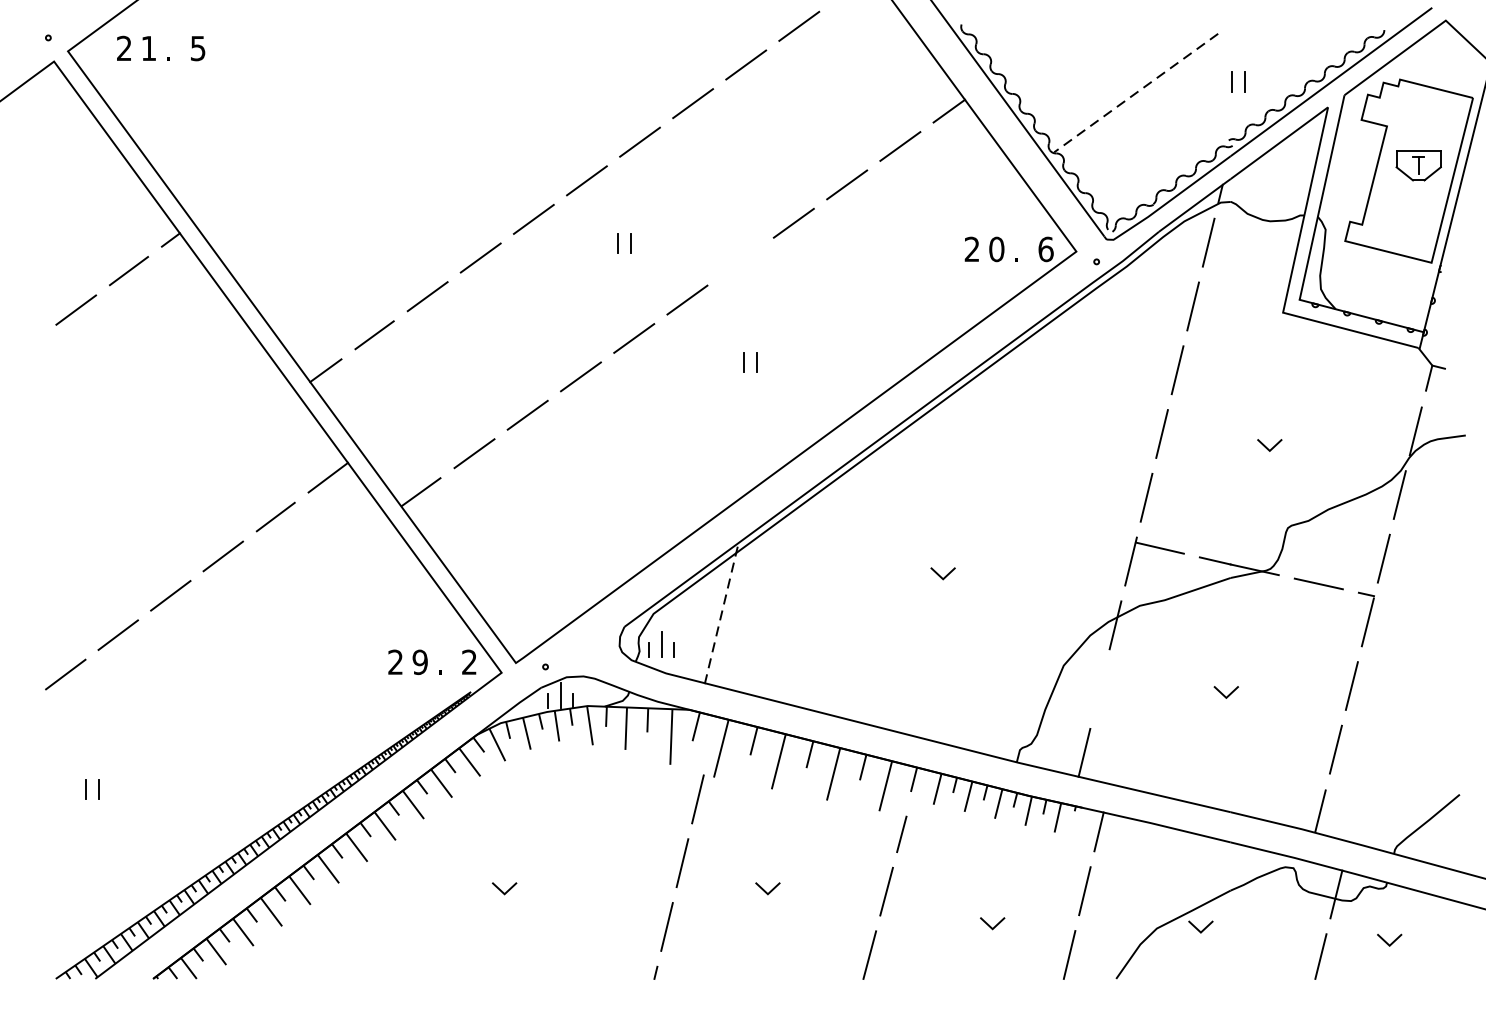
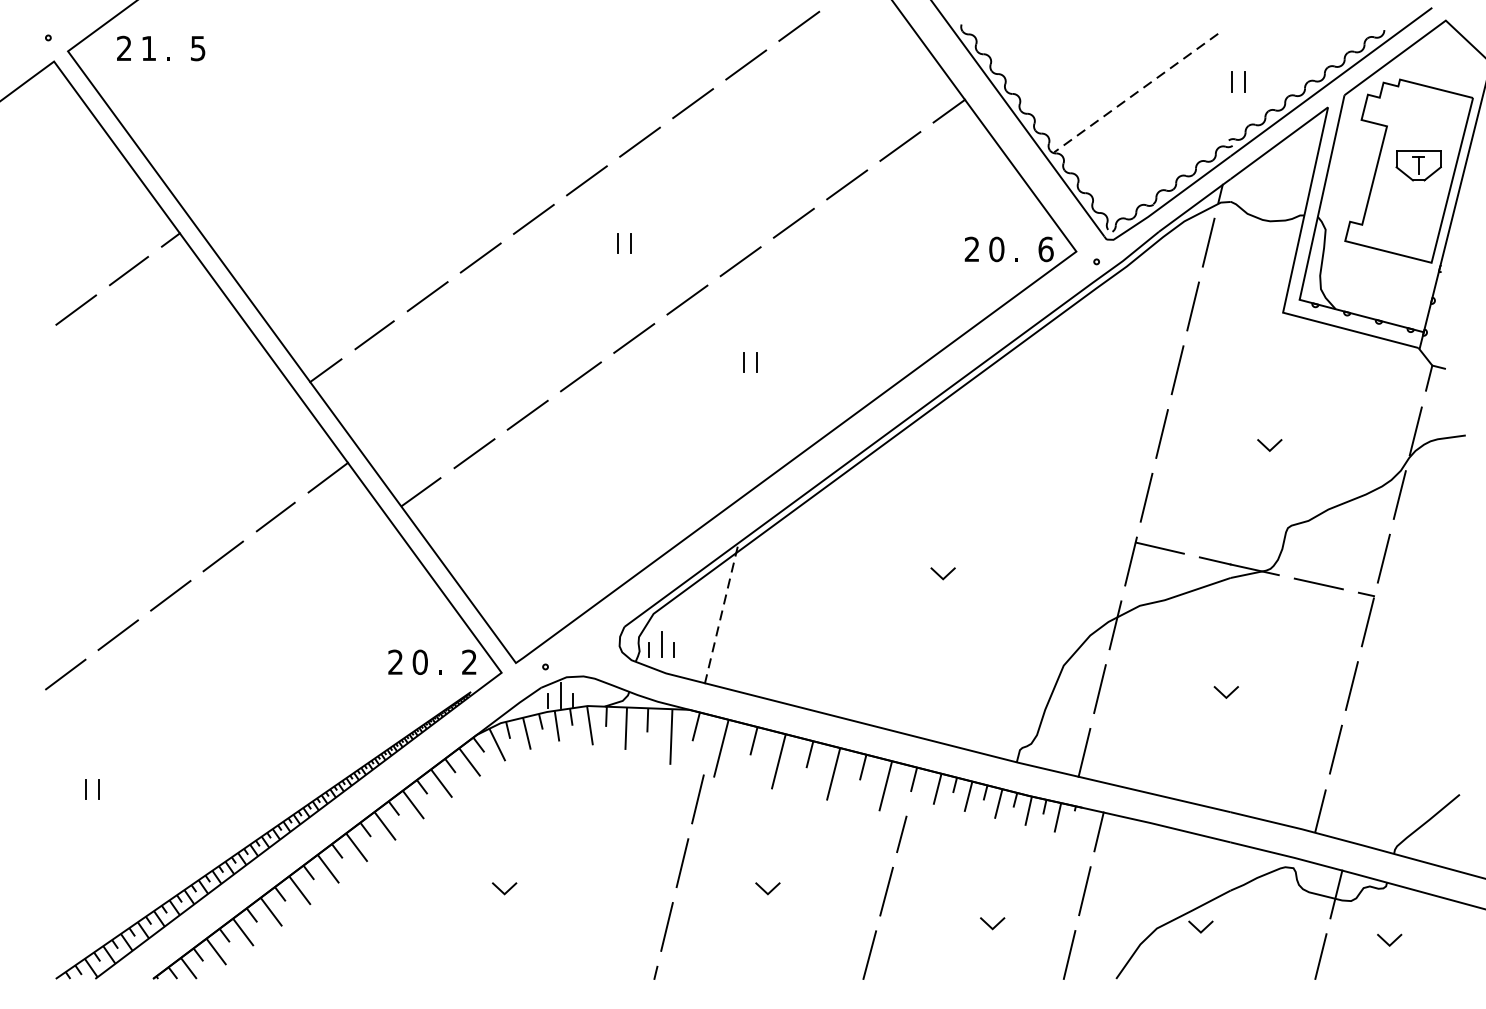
line at (740, 261): none -> present
text at (419, 662): 9 -> 0
line at (1099, 689): none -> present
